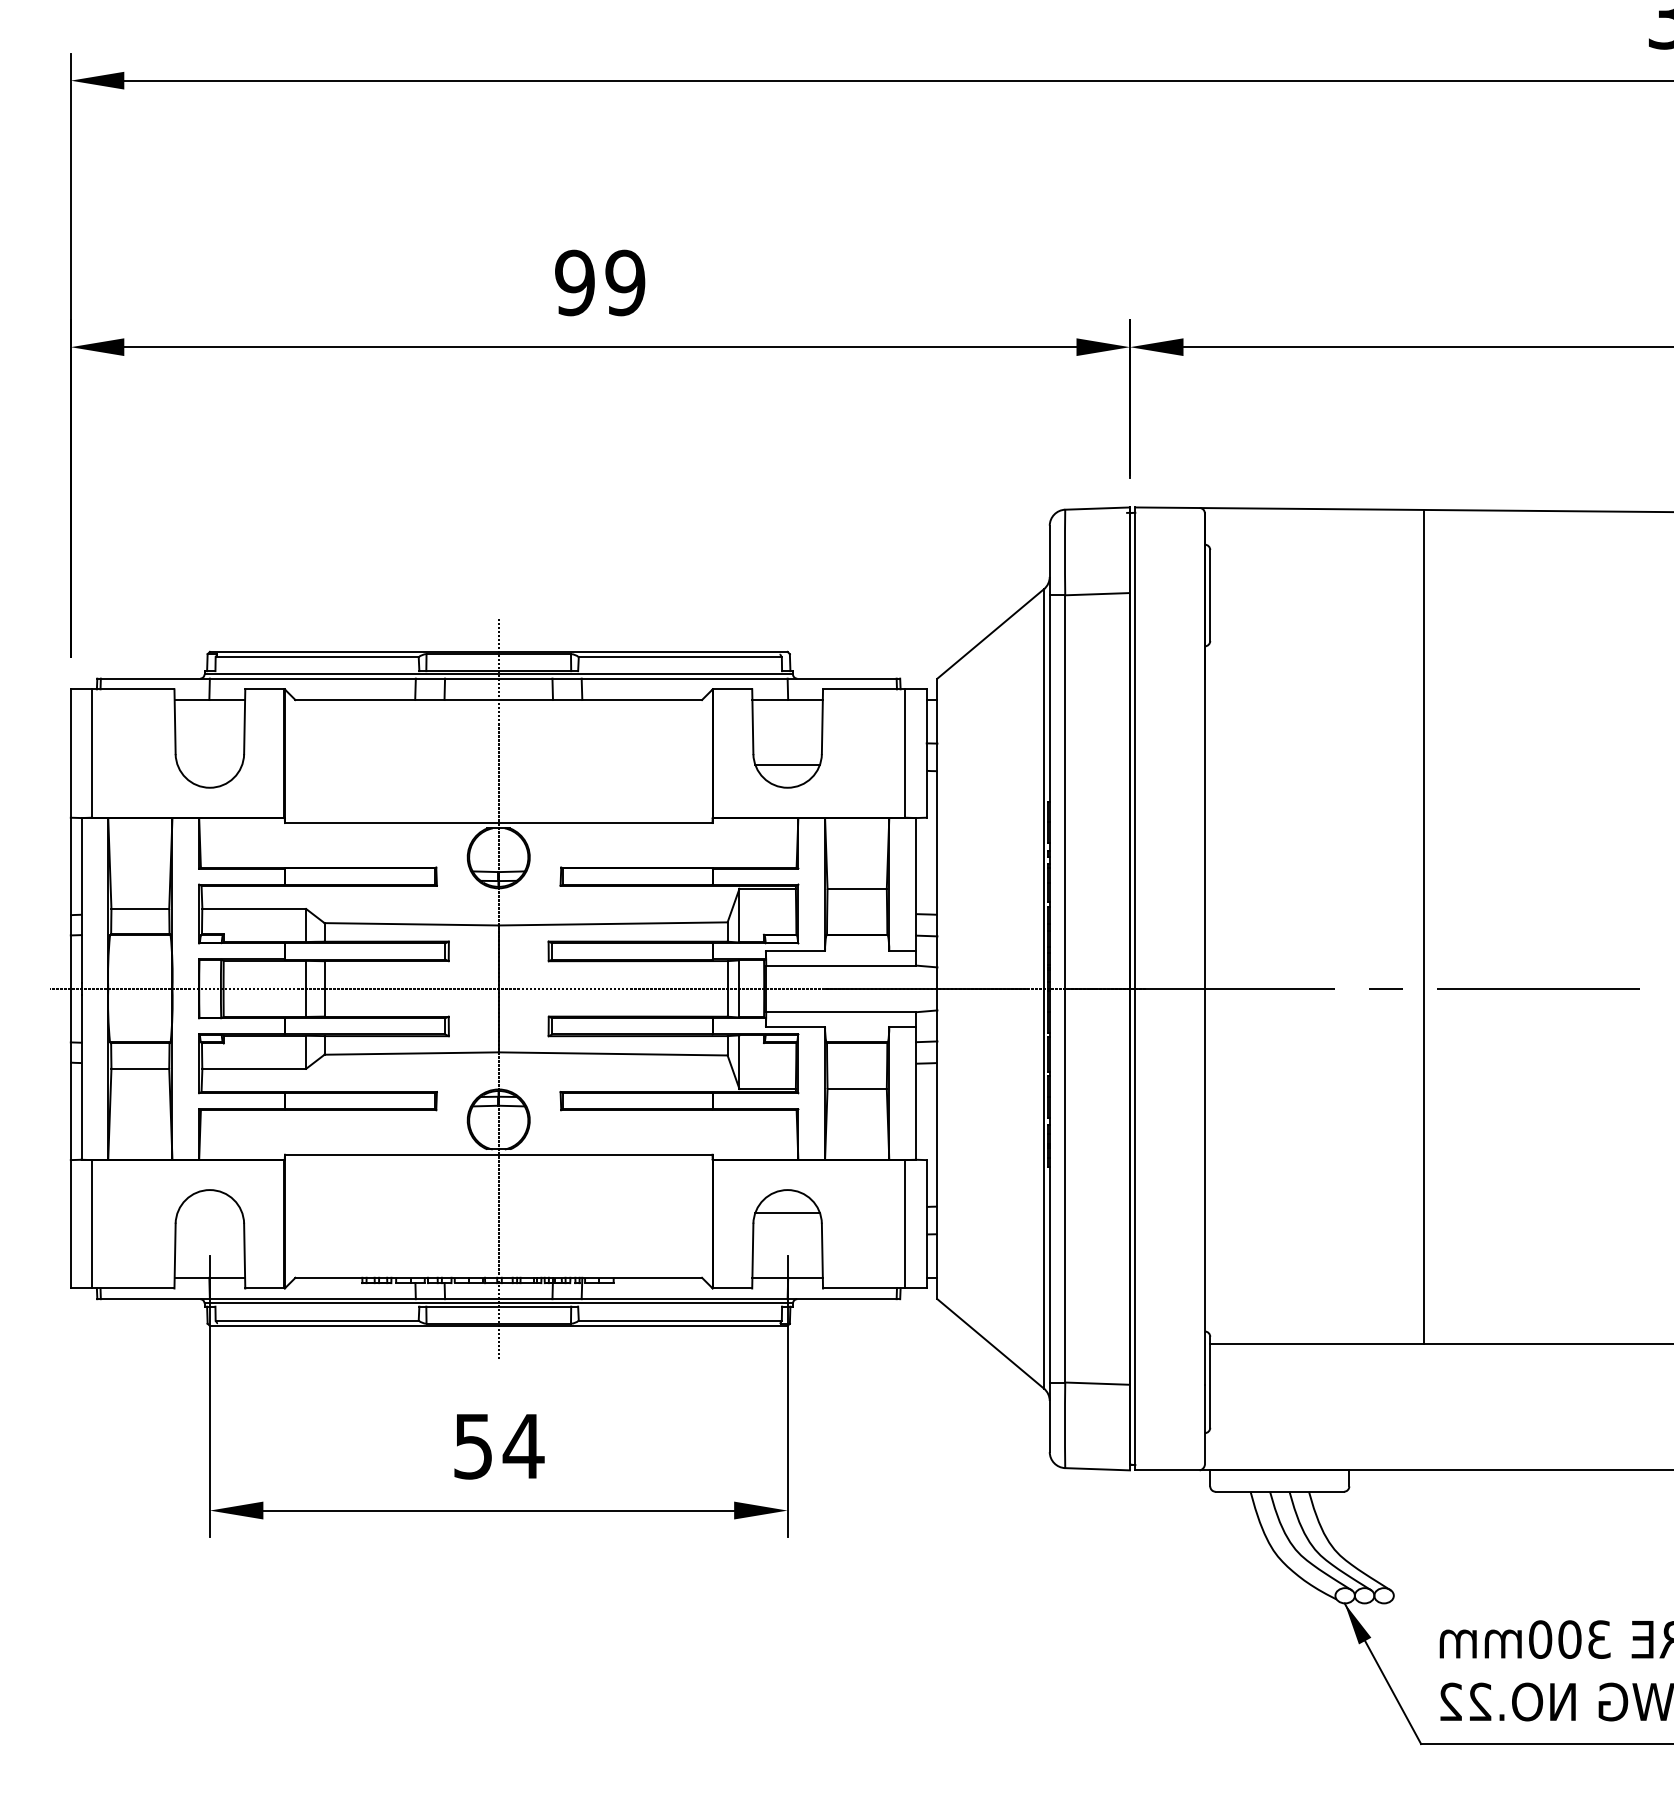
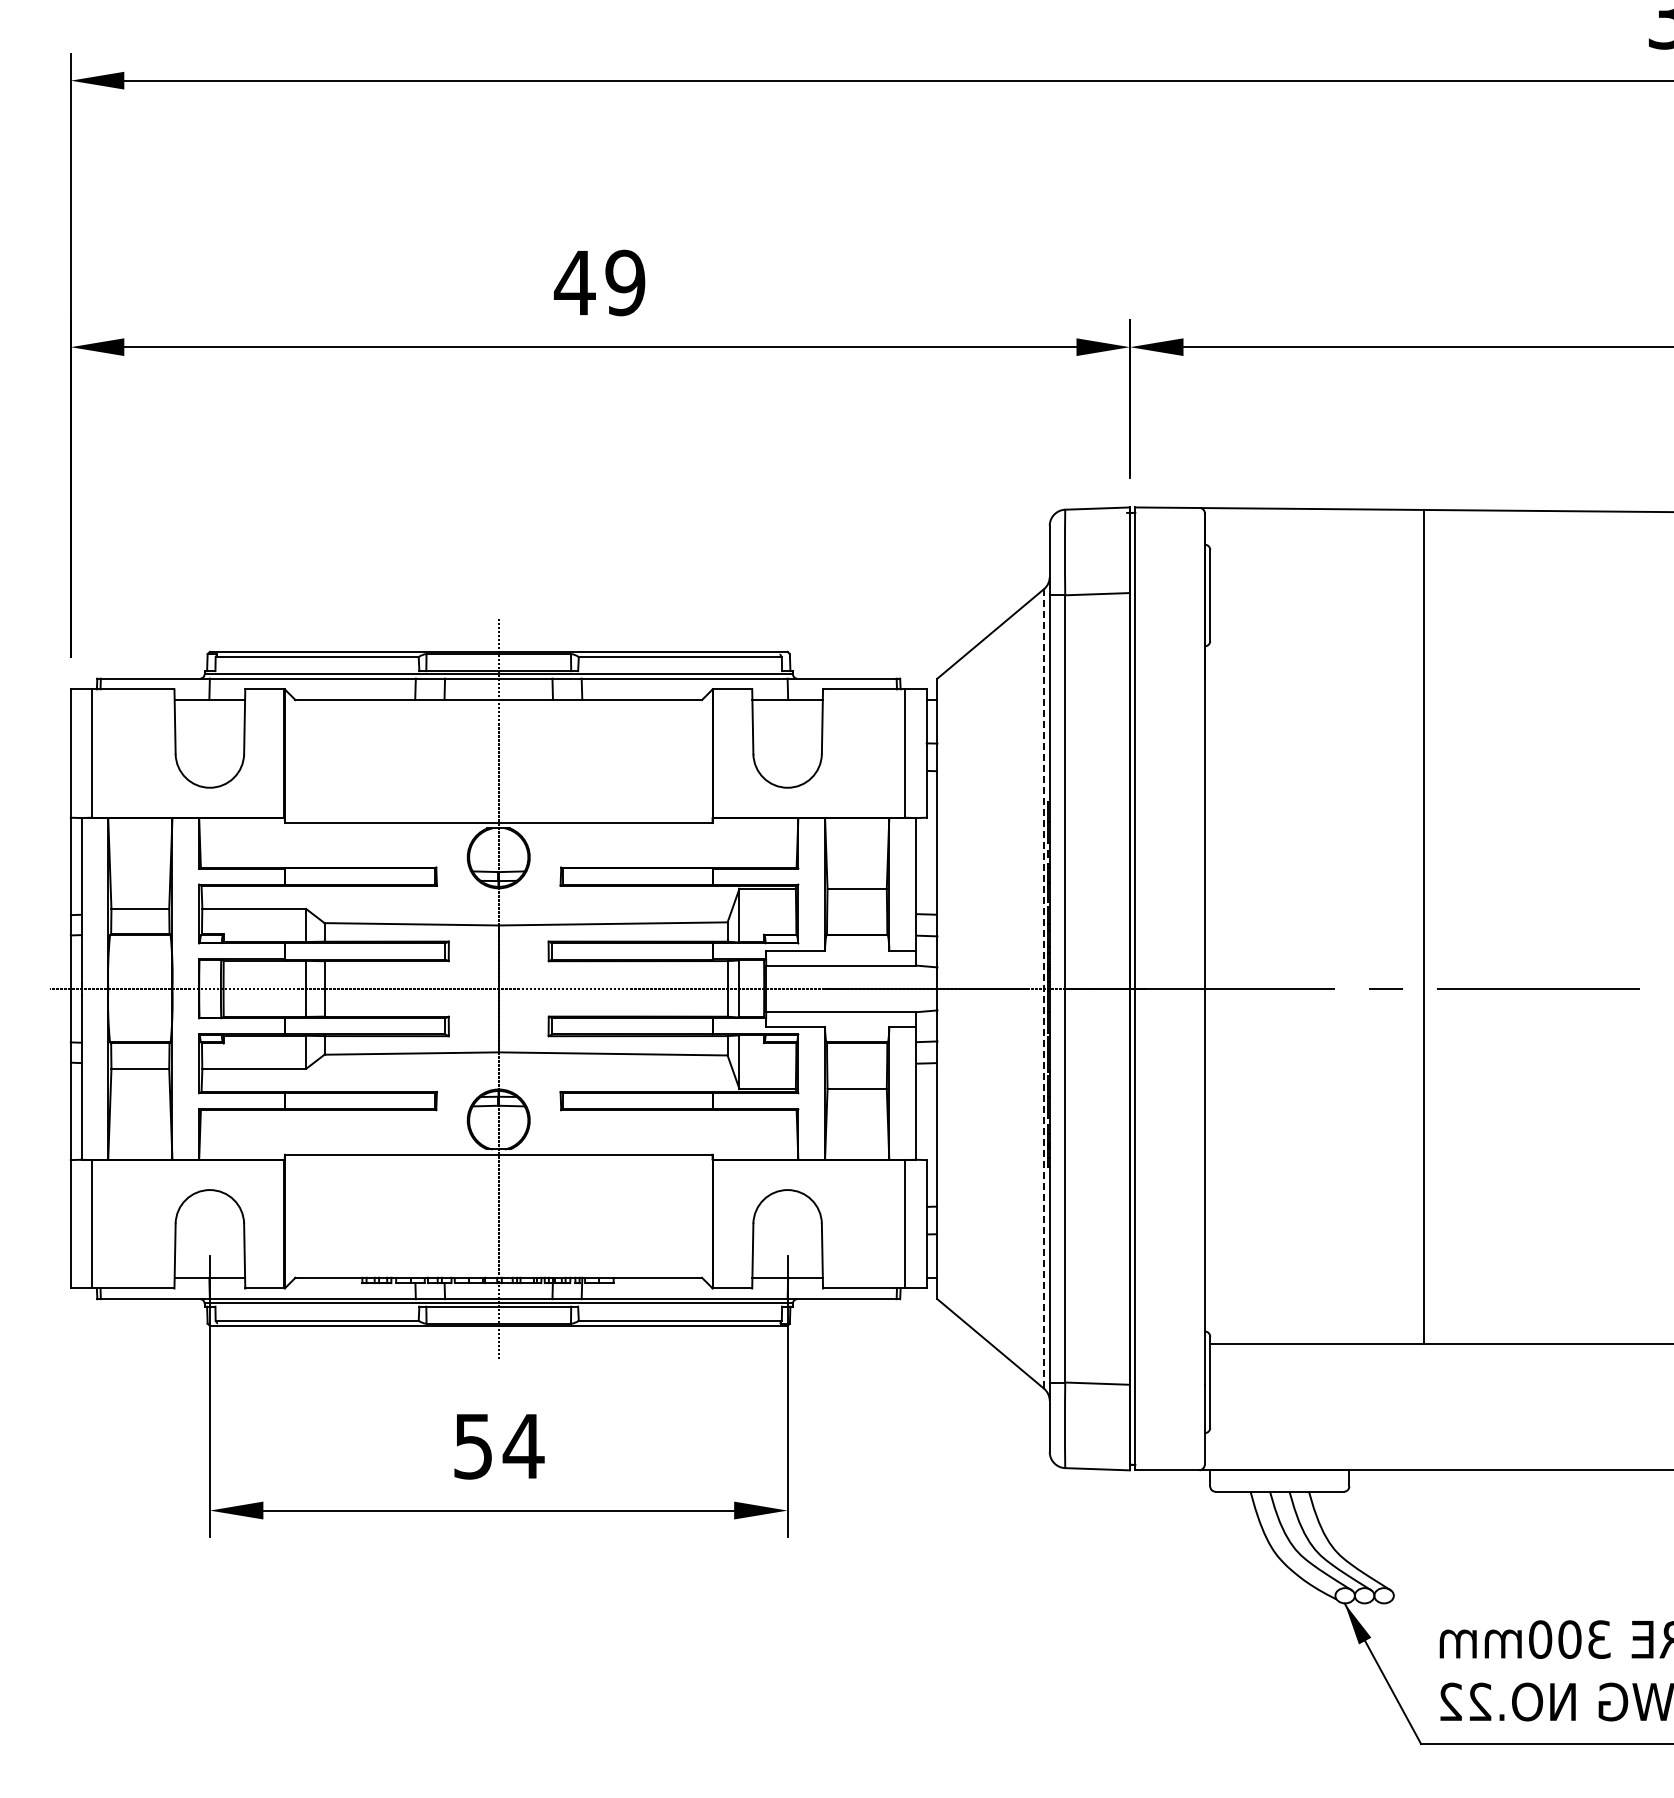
text at (574, 282): 99 -> 49
line at (787, 764): present -> none
line at (1043, 988): solid -> dashed
line at (787, 1212): present -> none
